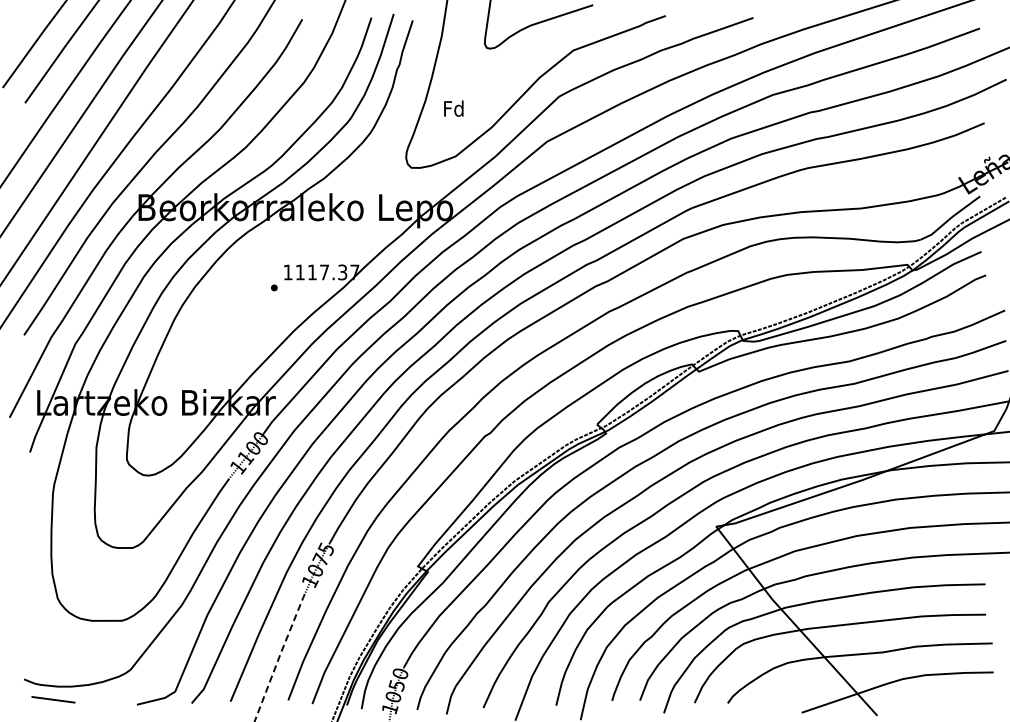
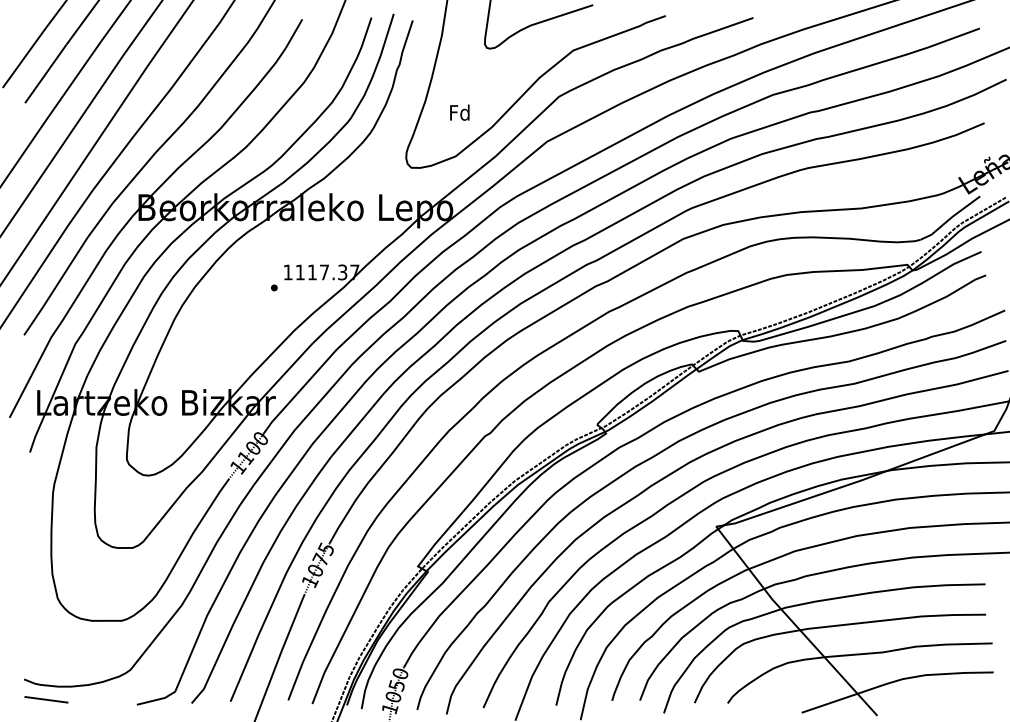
text at (453, 108) position: (453, 108) -> (459, 112)
line at (279, 656): dashed -> solid
line at (53, 699) position: (53, 699) -> (46, 699)
